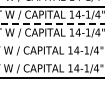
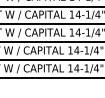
line at (52, 24): dashed -> solid
line at (51, 42): none -> present
line at (51, 60): none -> present
